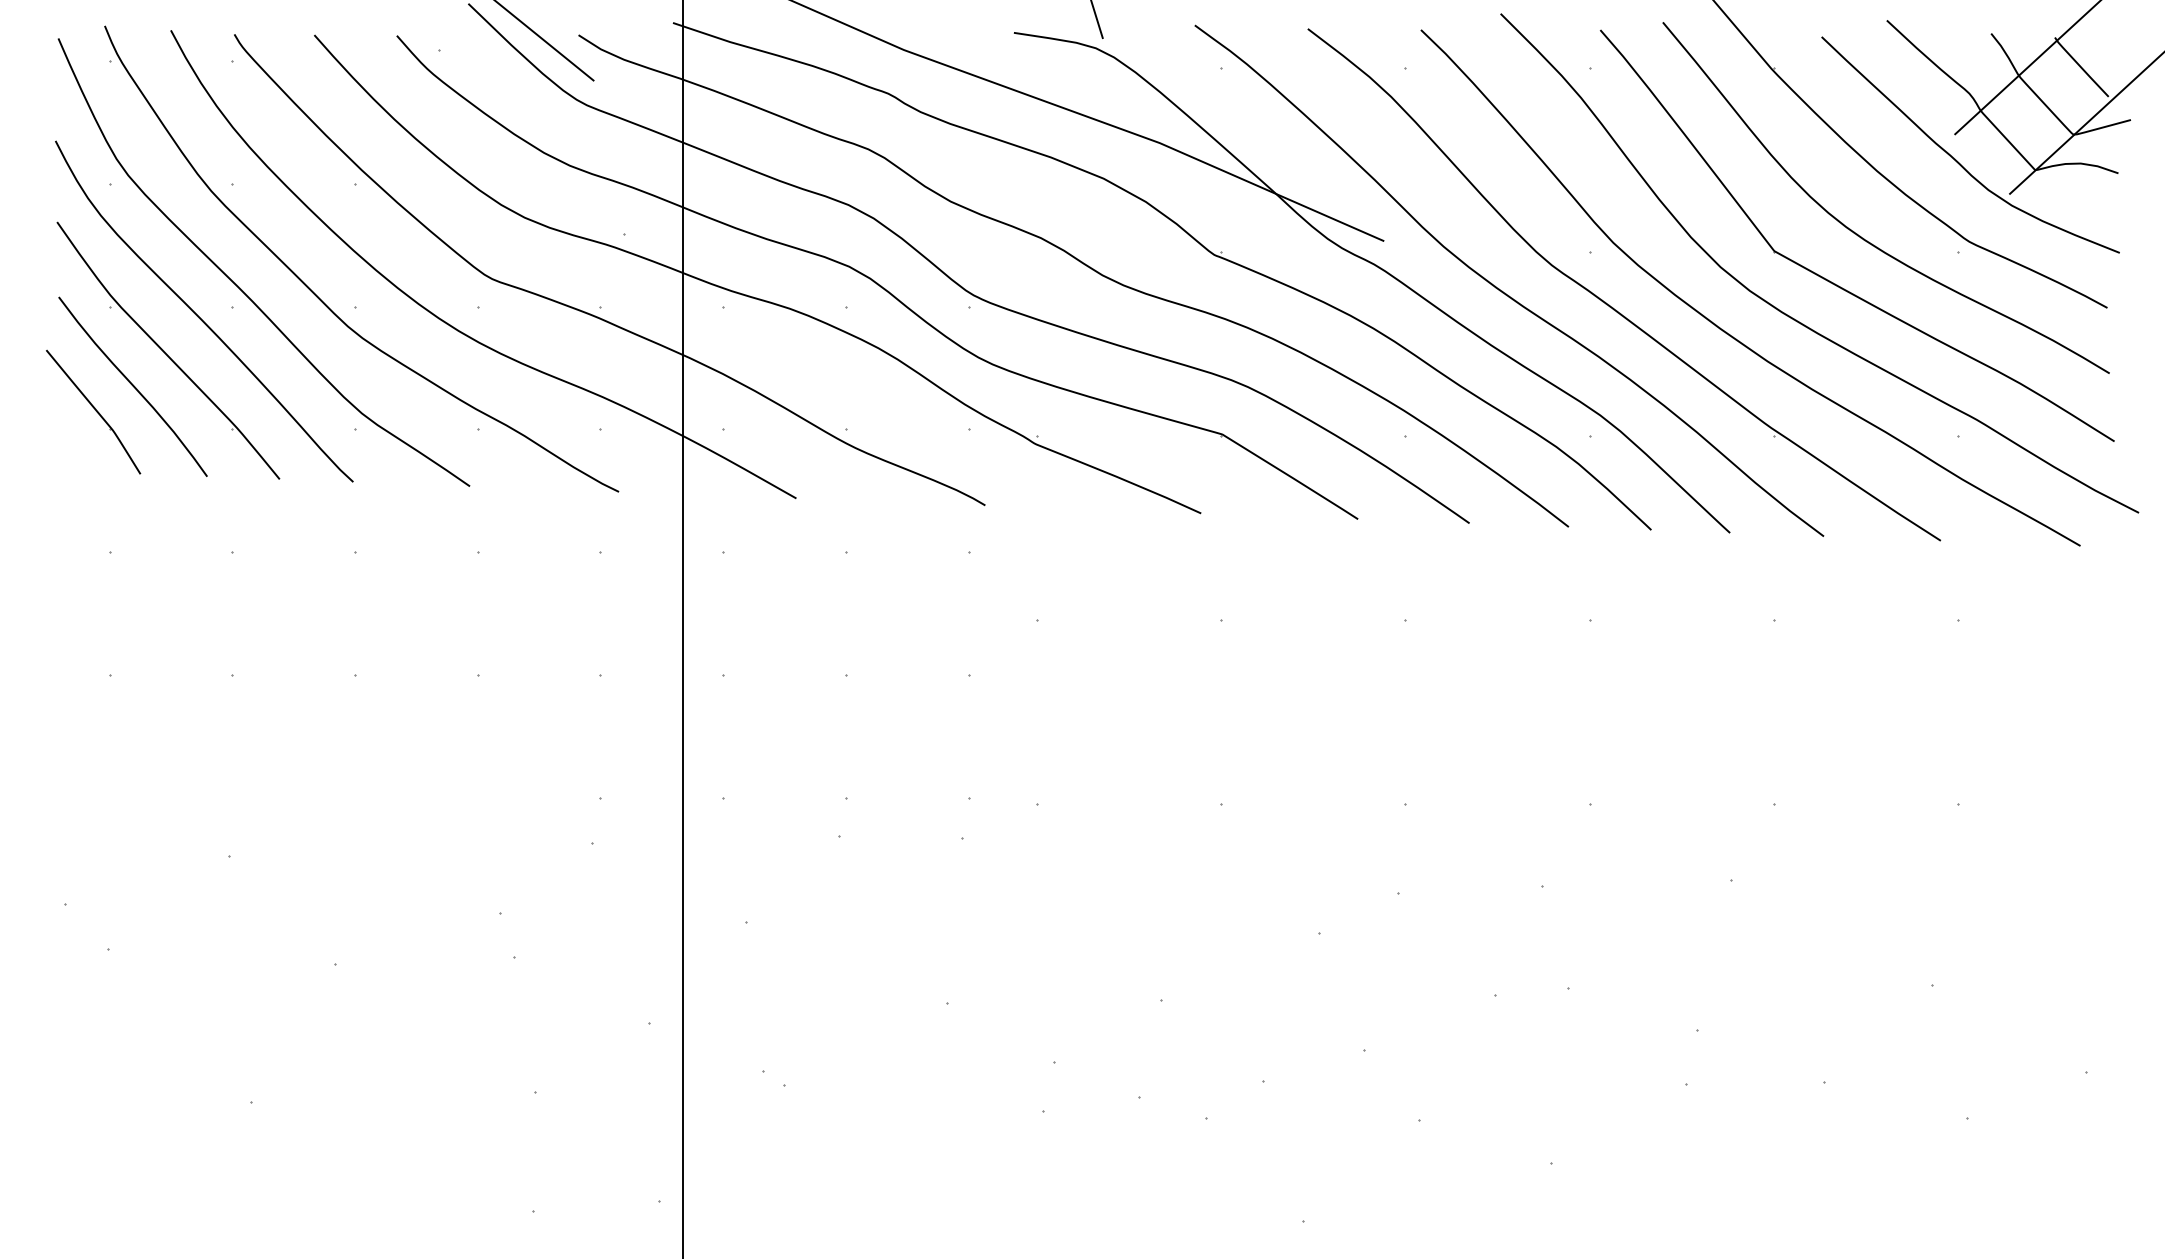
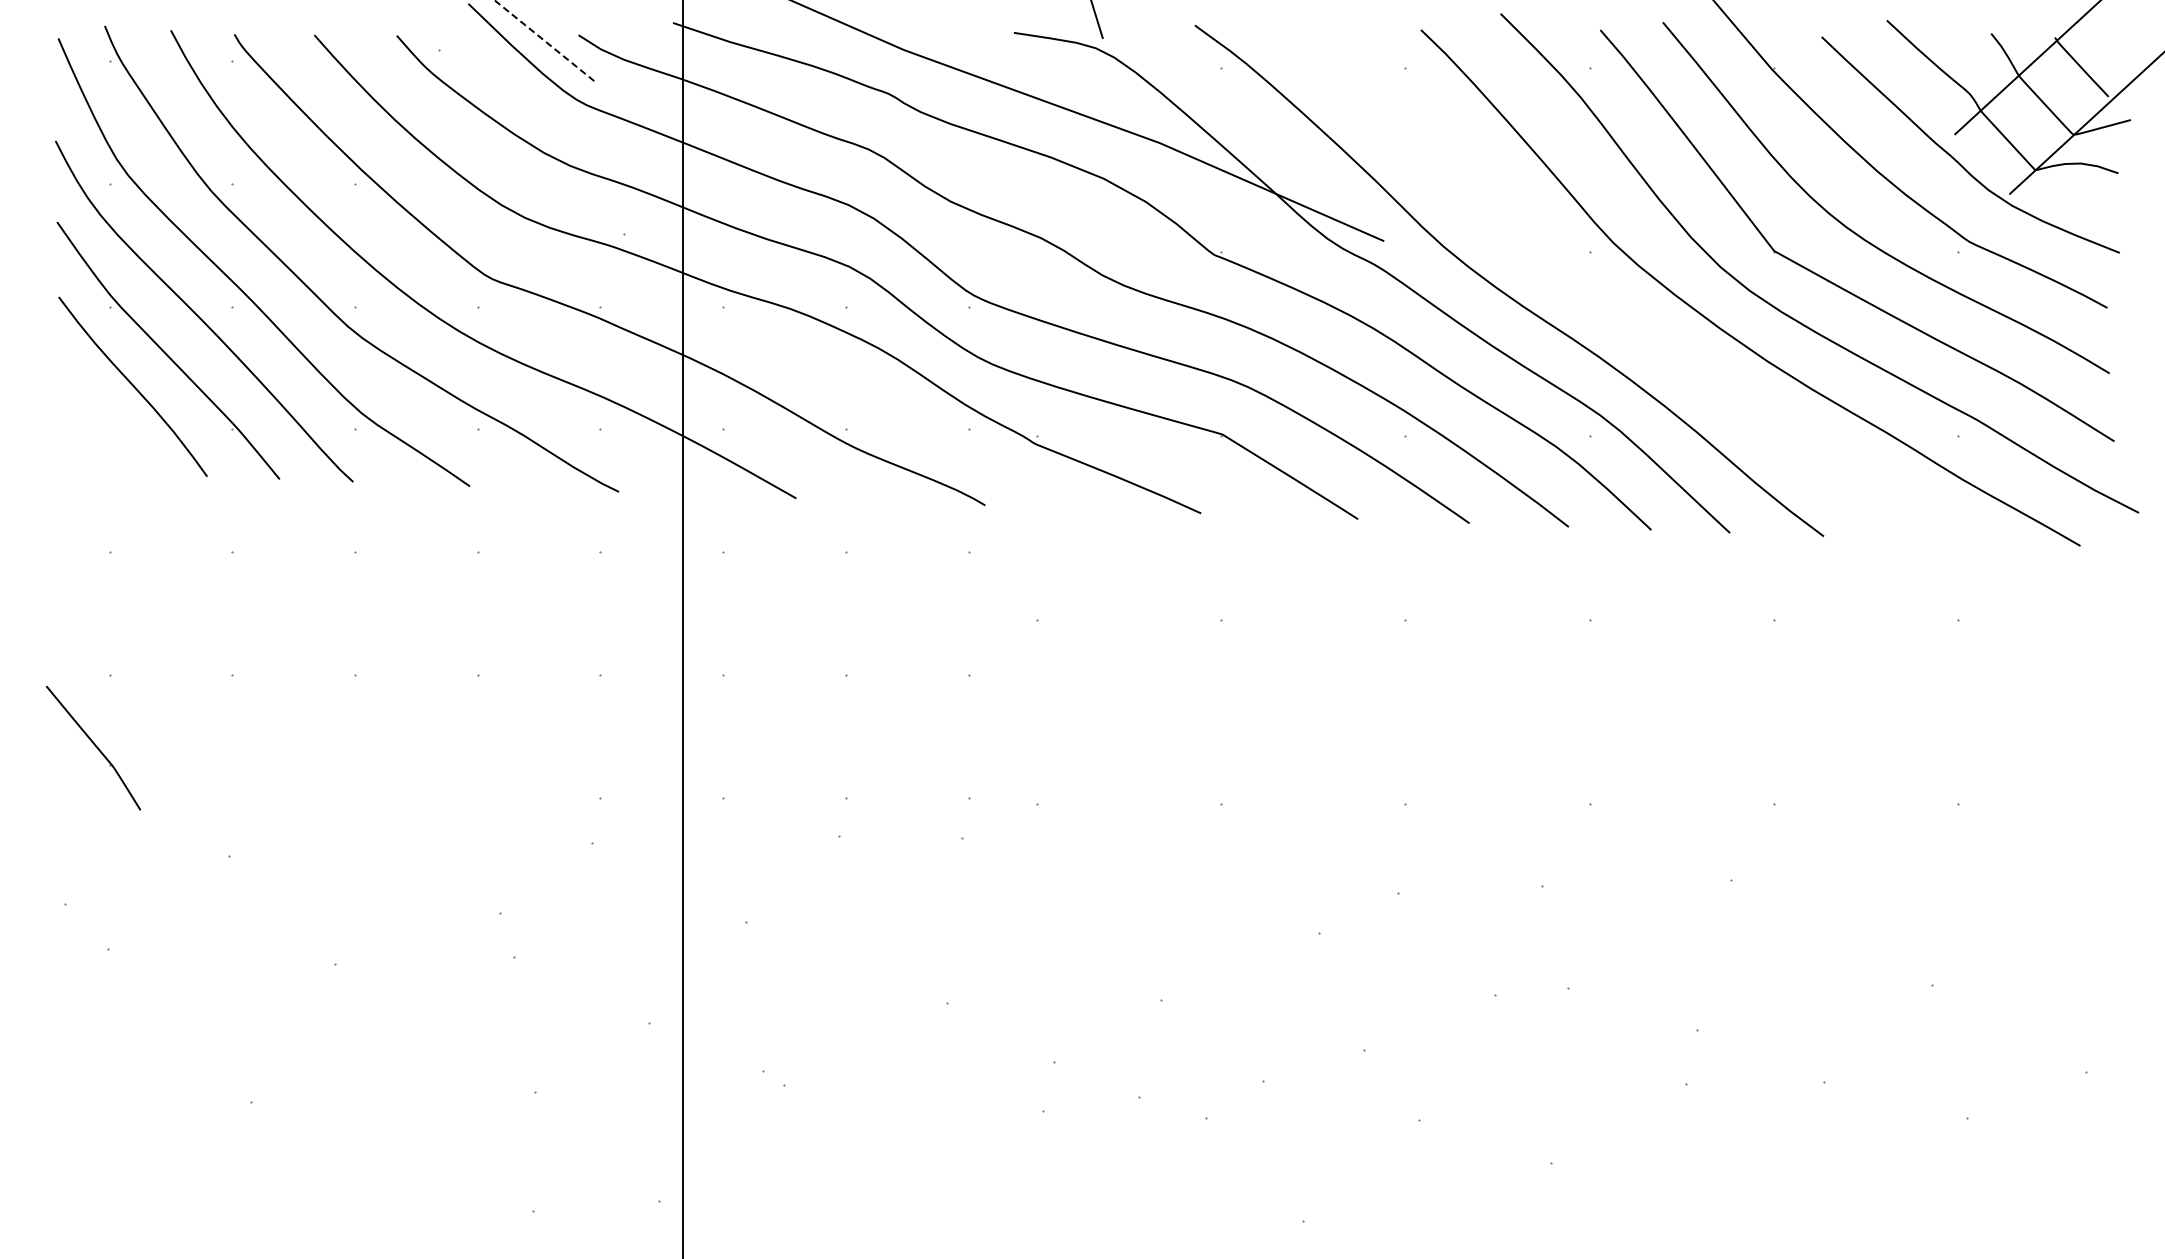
line at (543, 40): solid -> dashed
part at (1609, 304): present -> none
part at (93, 411) position: (93, 411) -> (93, 747)
